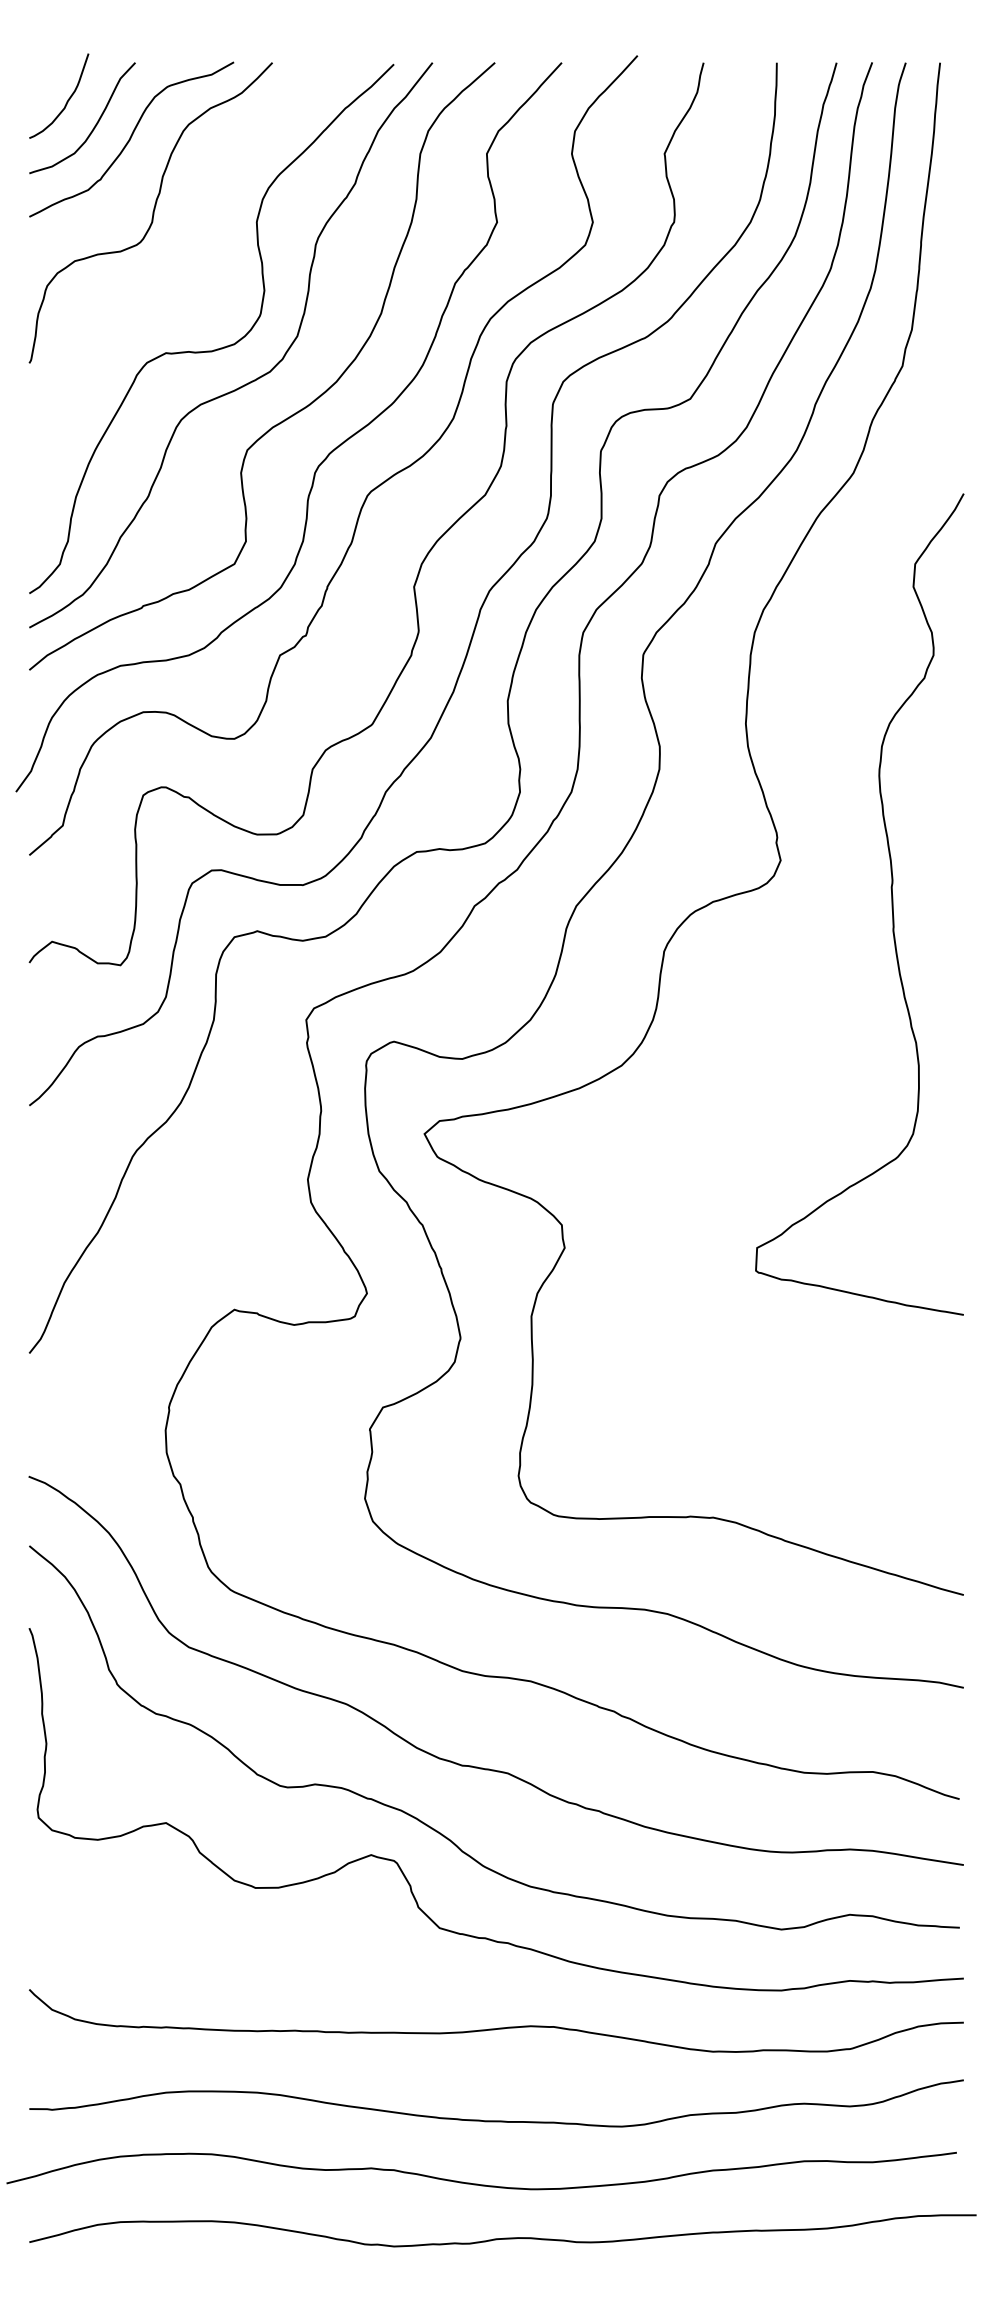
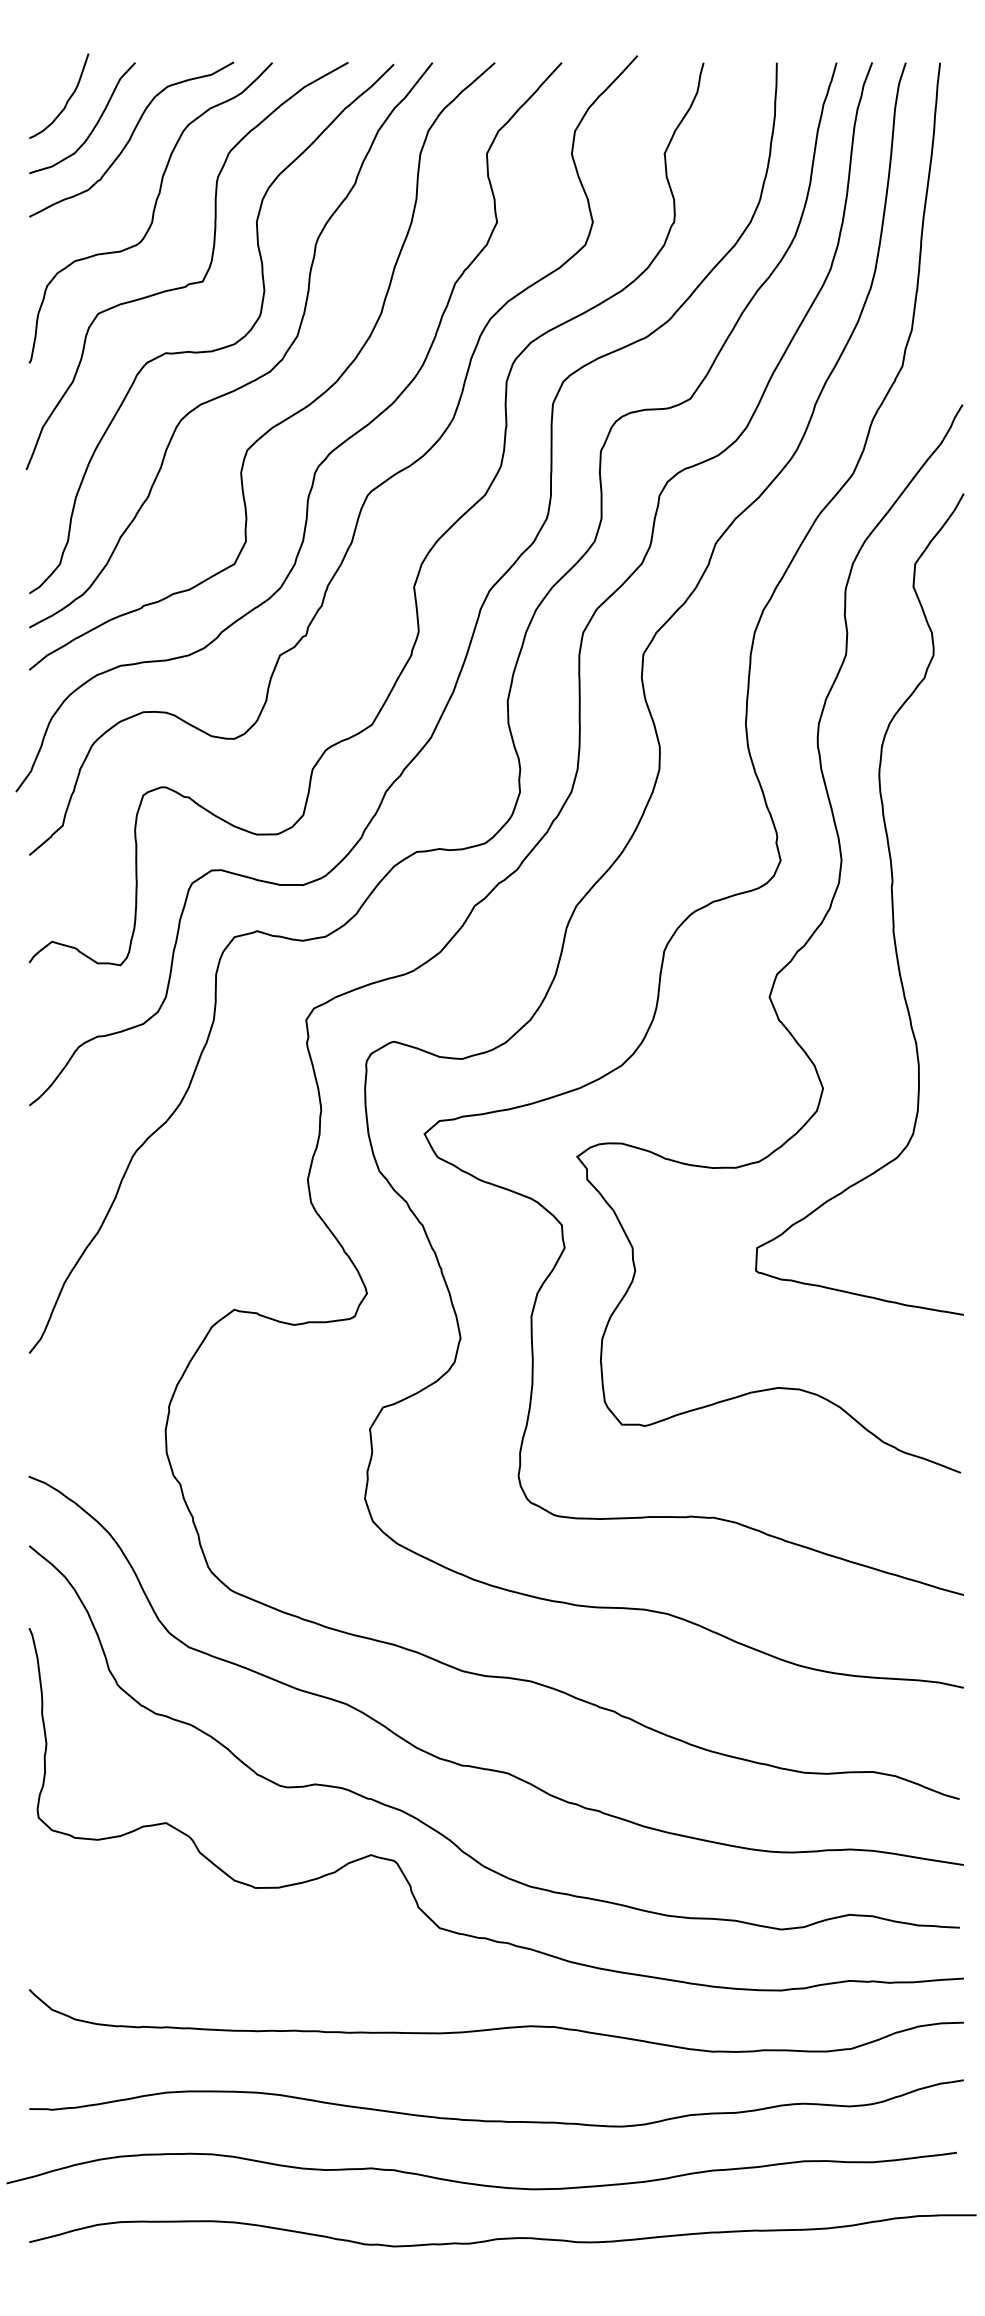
curve at (191, 282): none -> present
curve at (793, 955): none -> present
